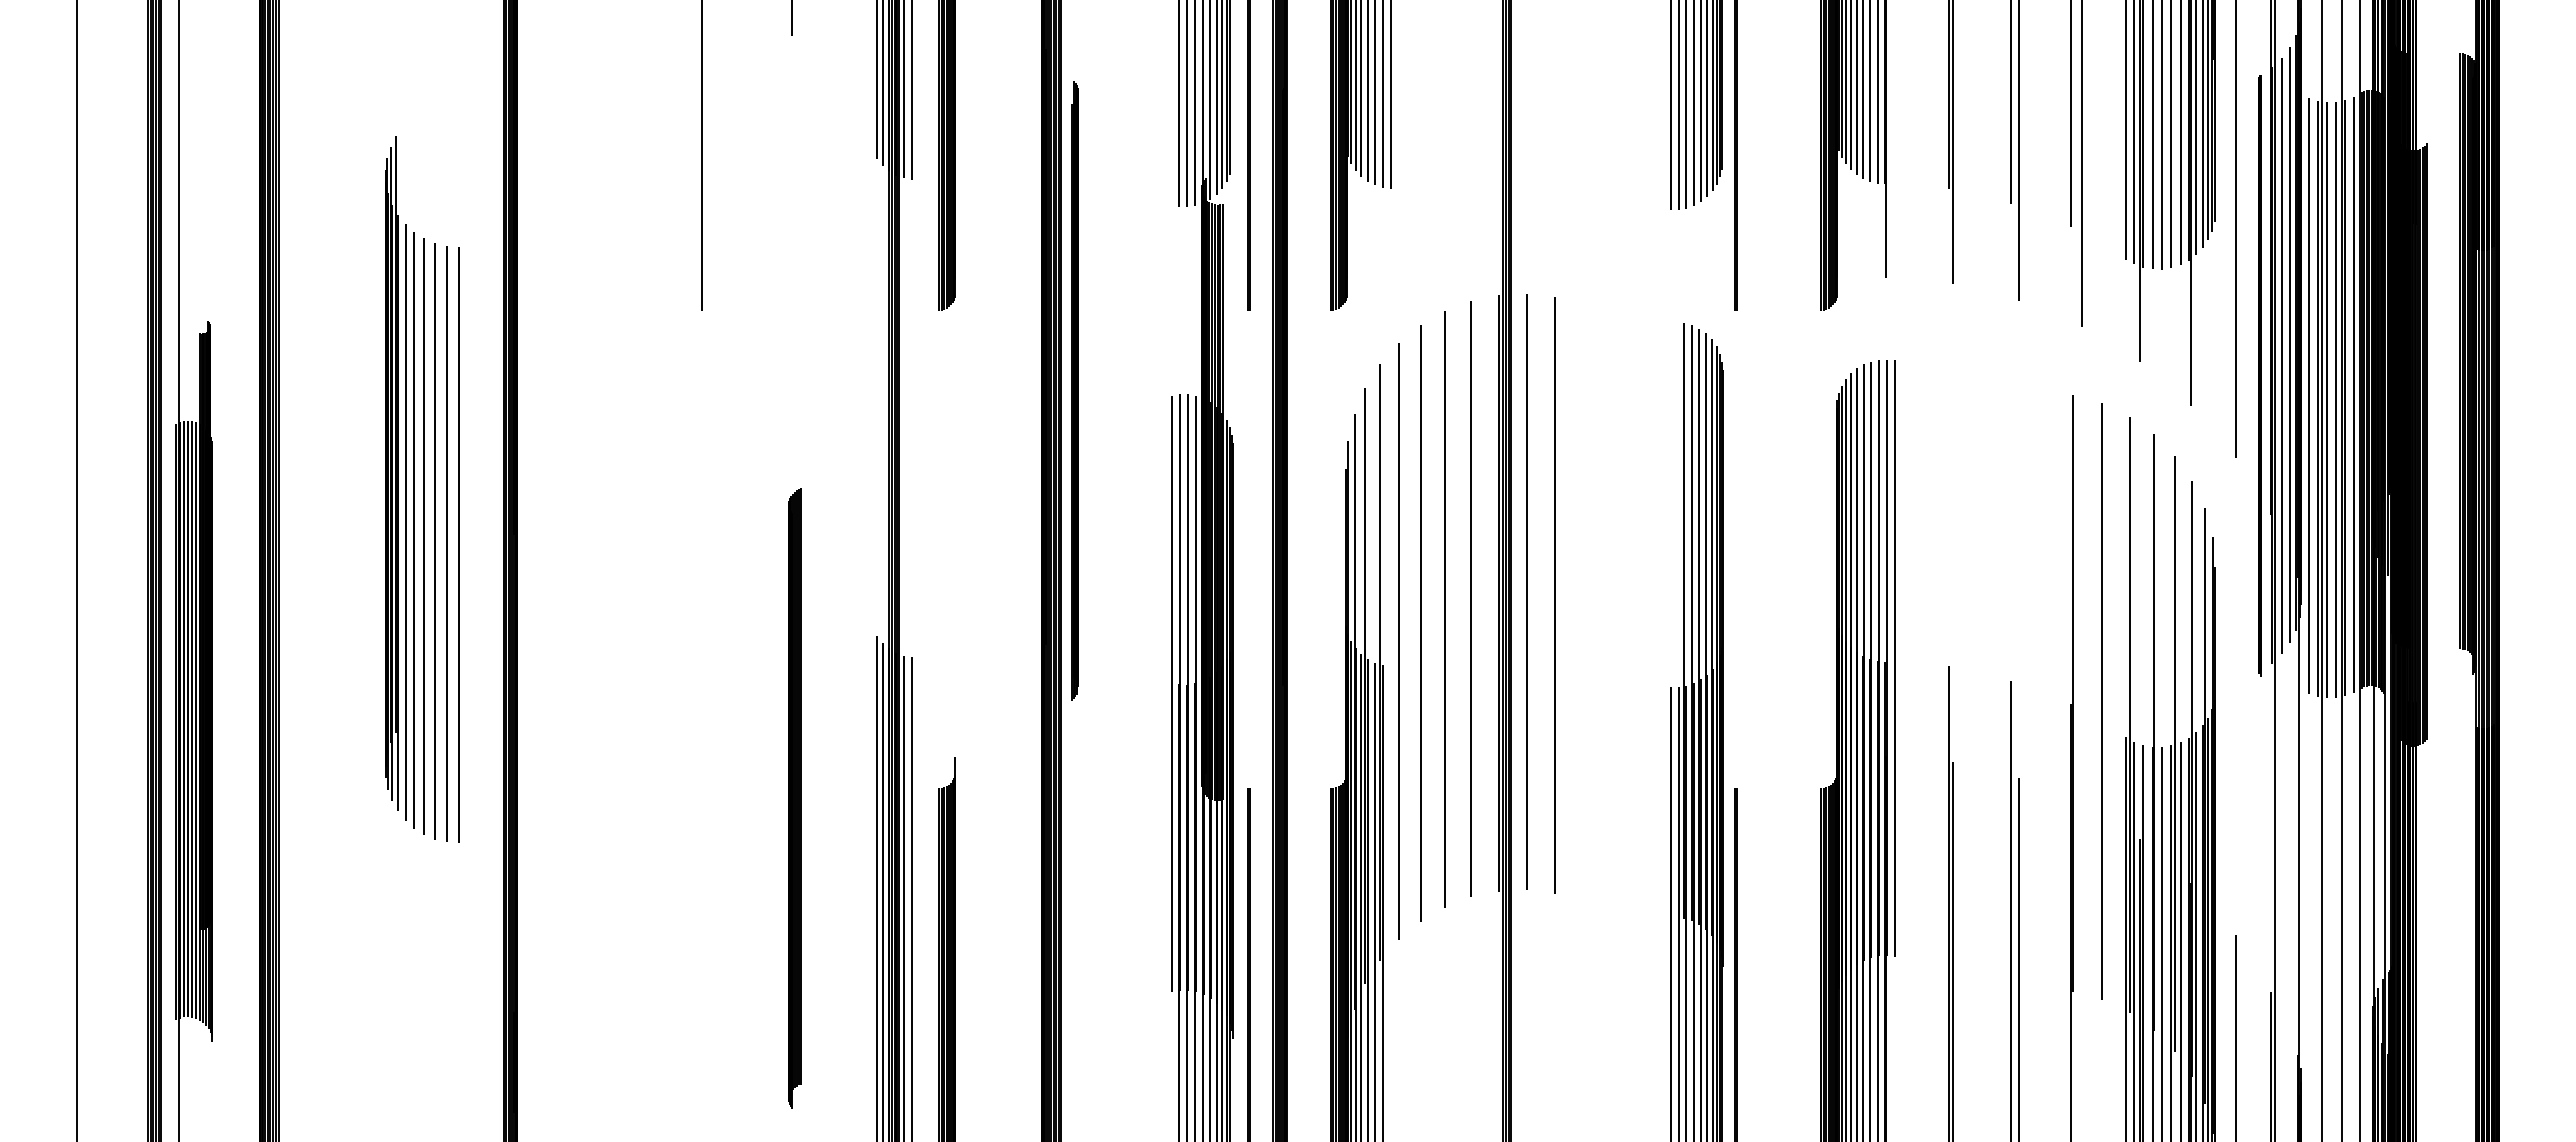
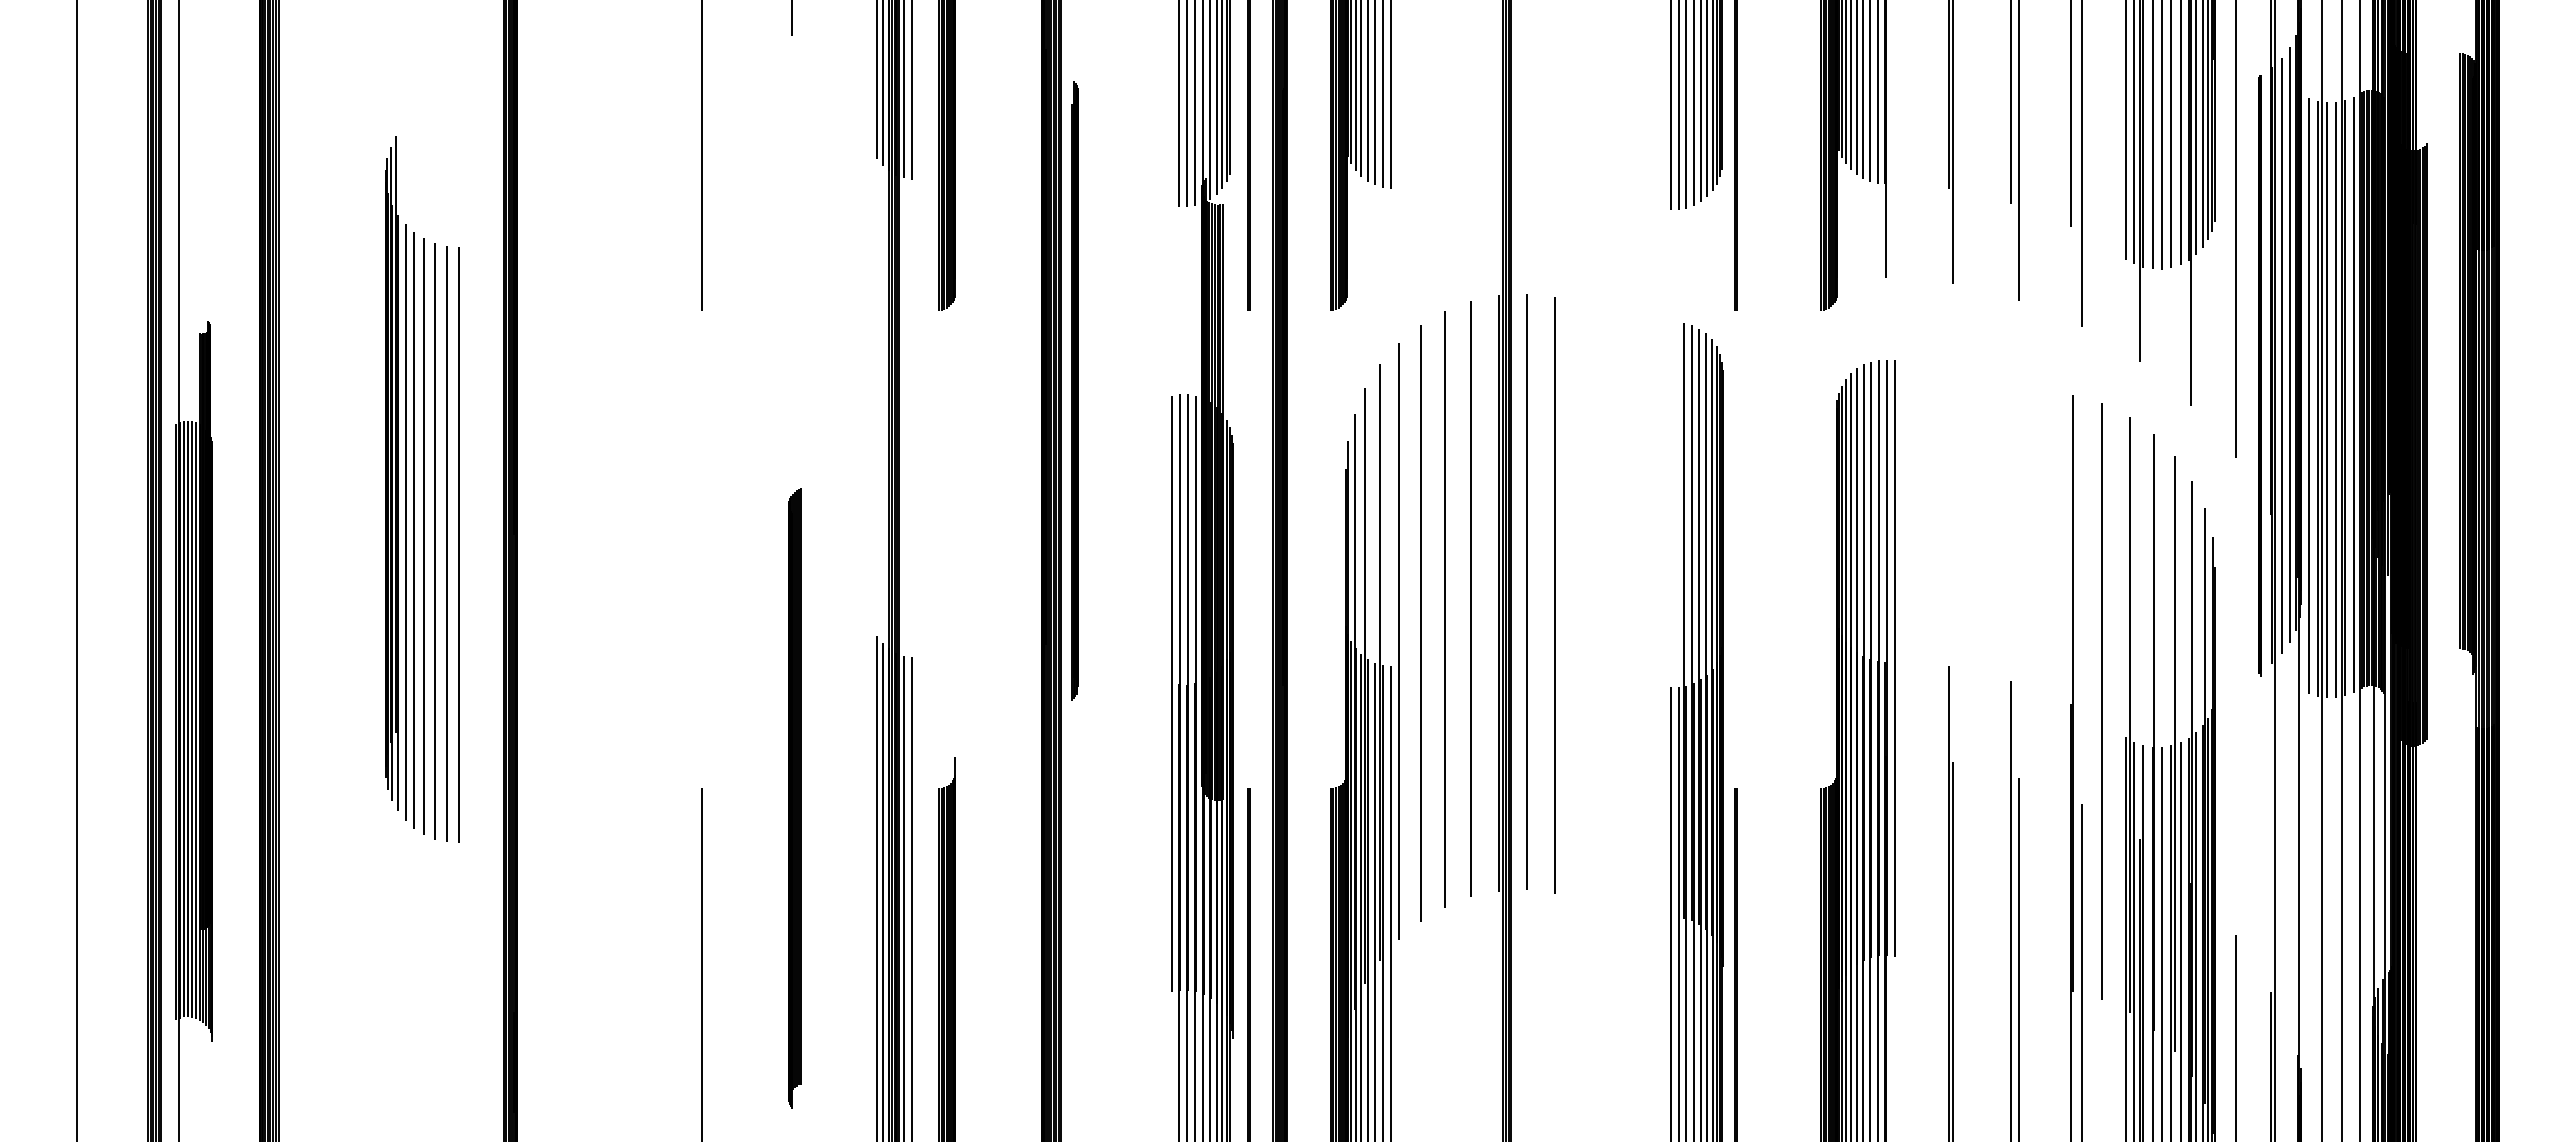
line at (1390, 902): none -> present
line at (701, 963): none -> present
line at (2081, 970): none -> present
